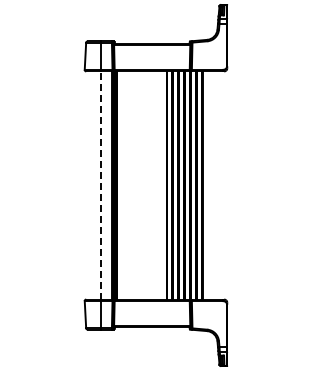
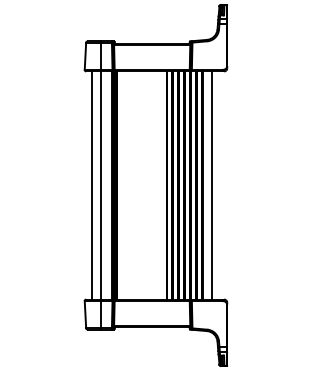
line at (92, 185): none -> present
line at (101, 185): dashed -> solid
line at (212, 185): none -> present
